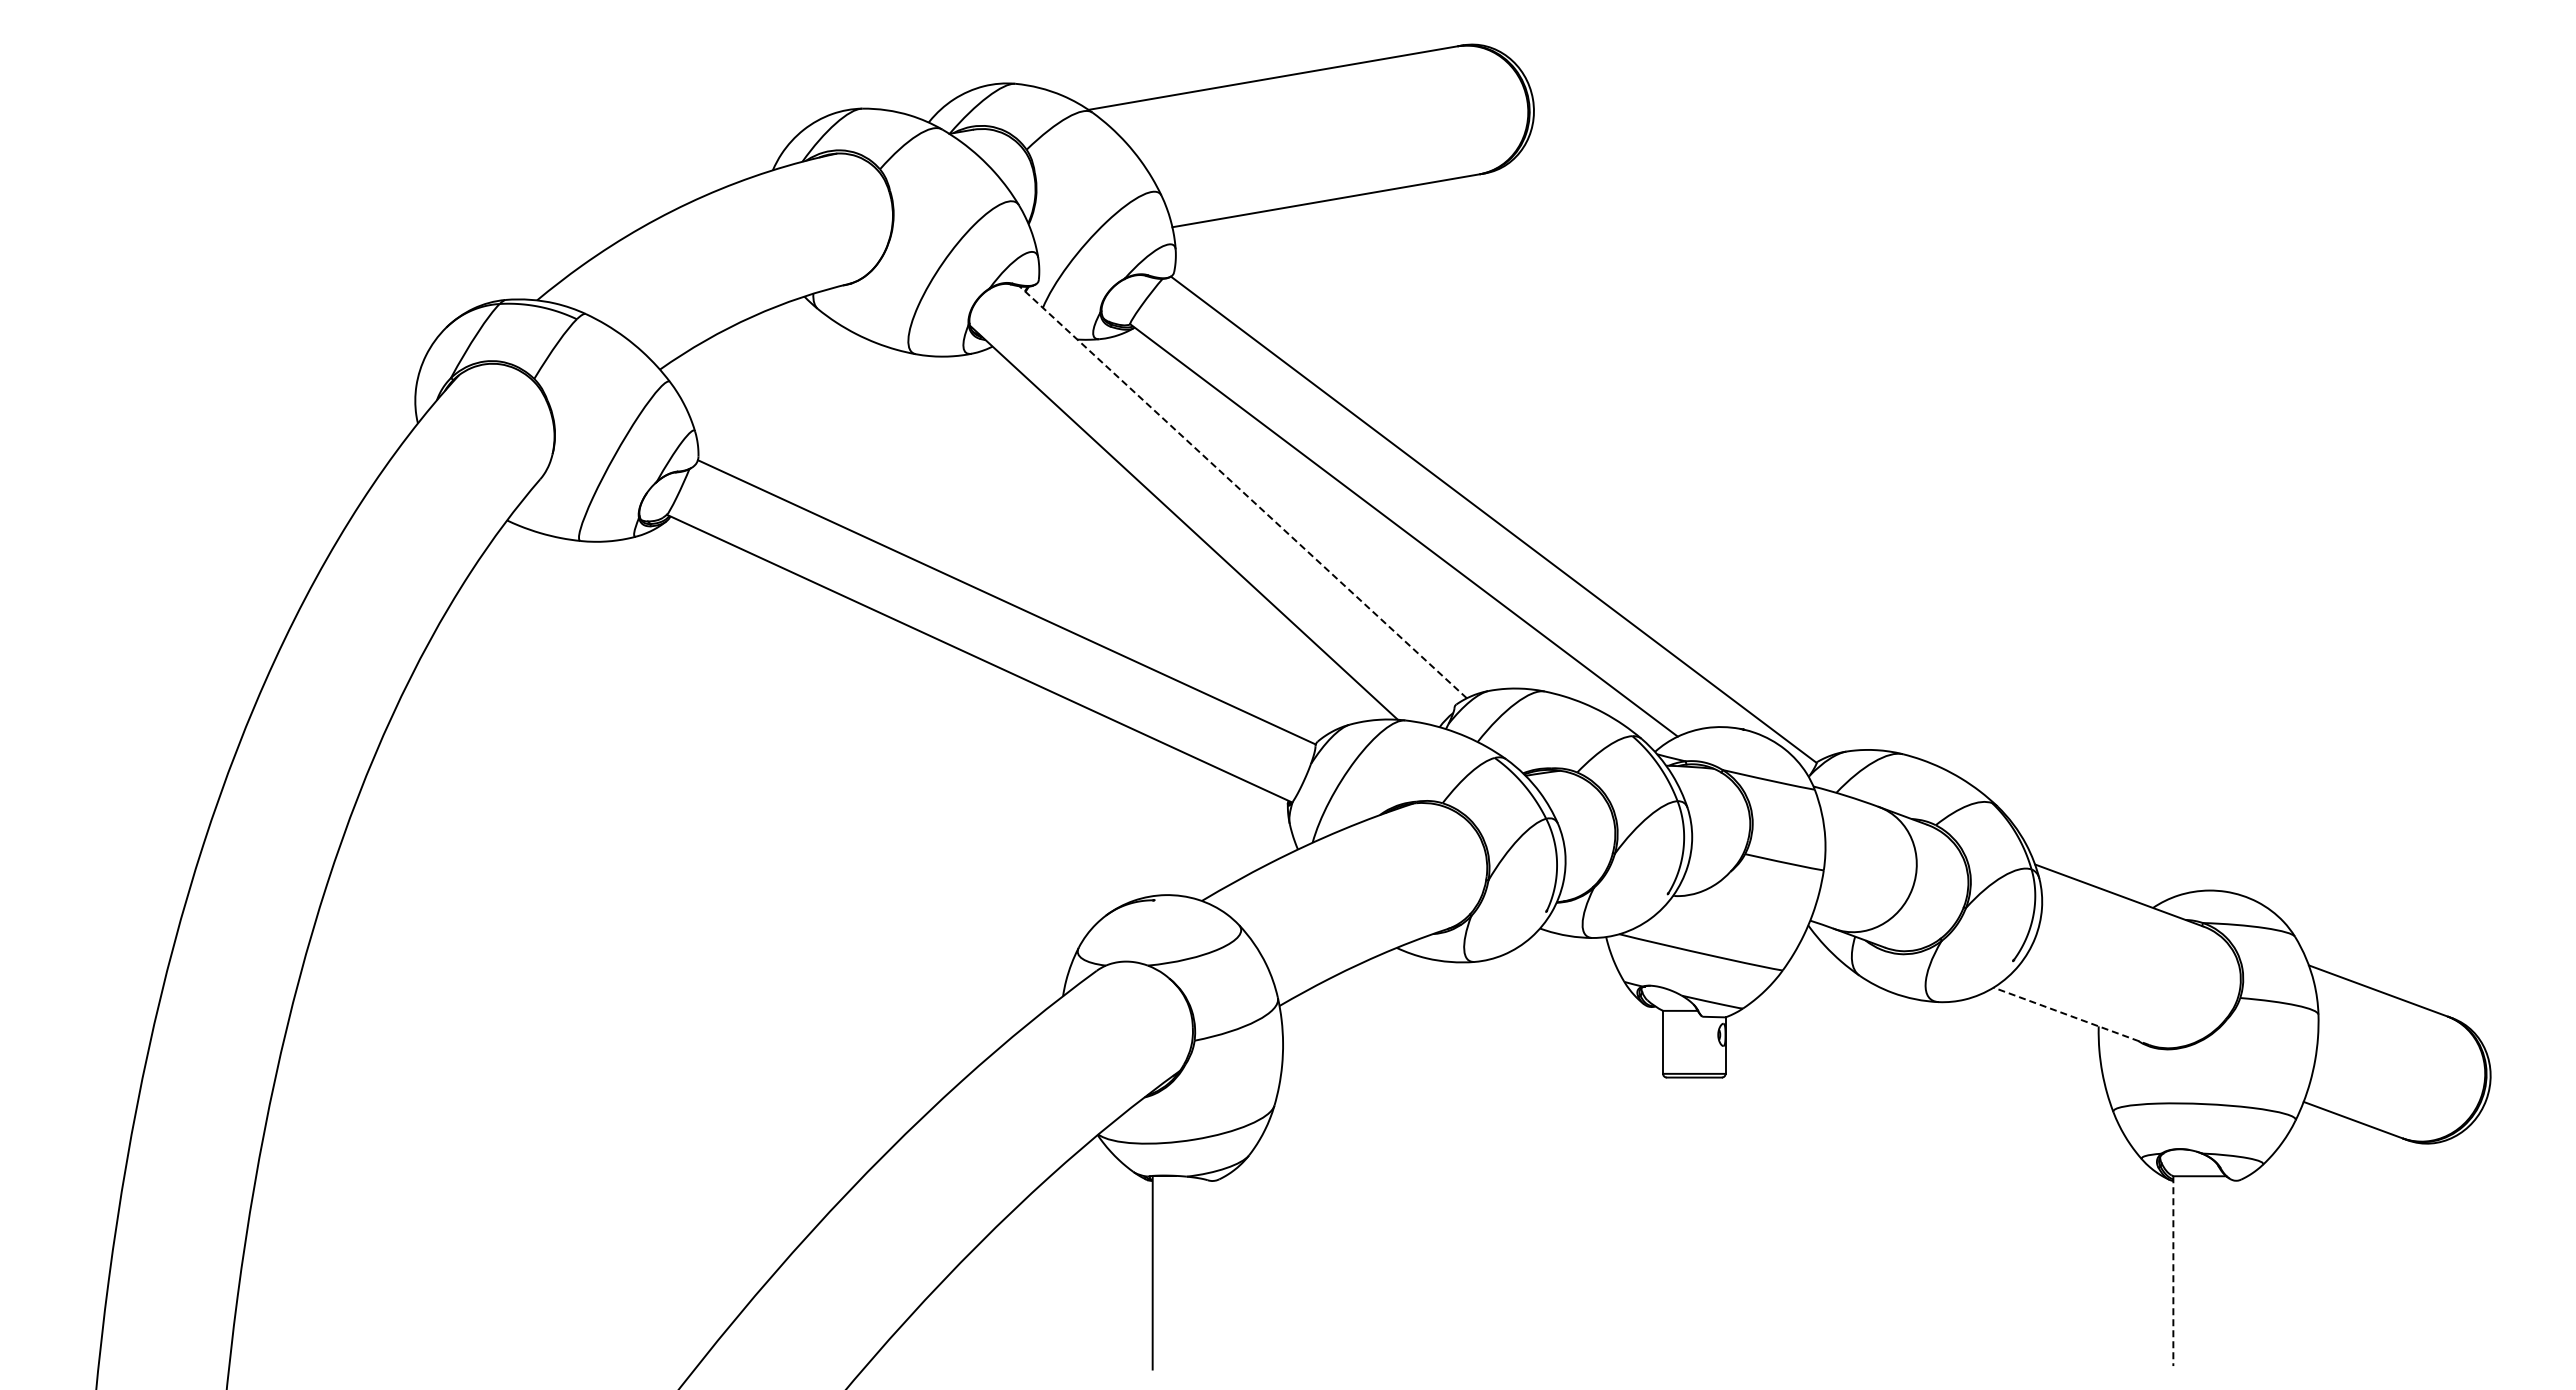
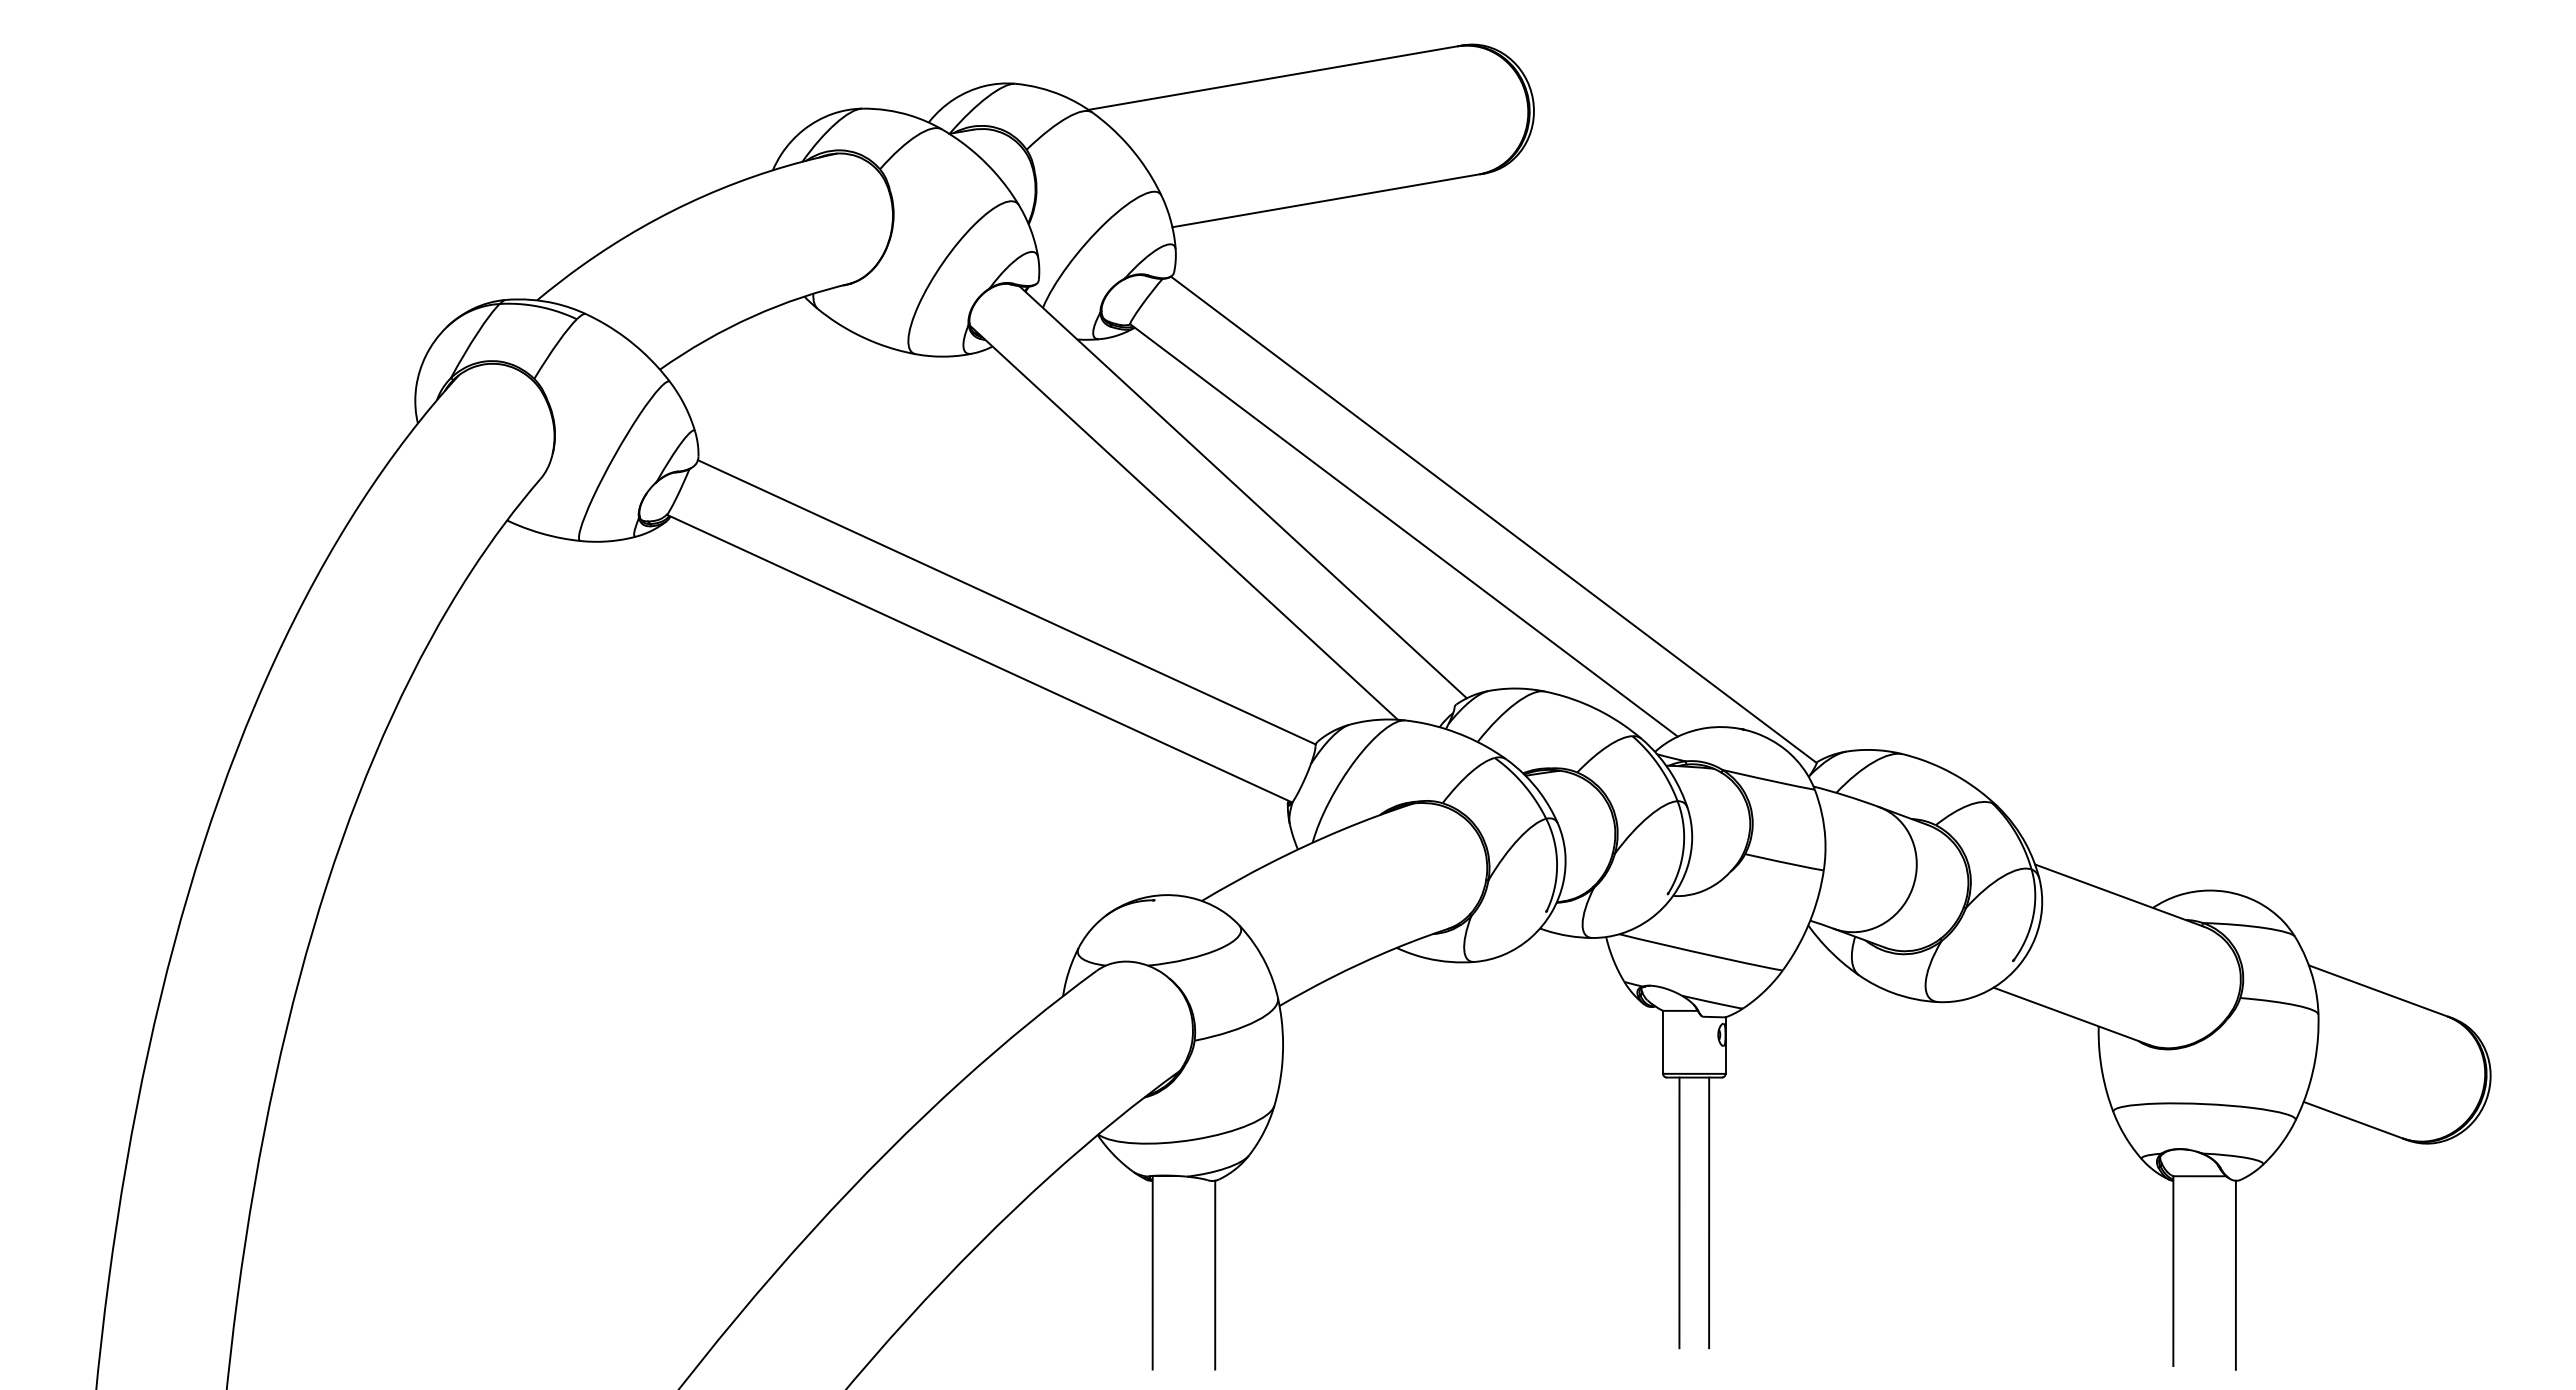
line at (1242, 491): dashed -> solid
line at (2071, 1016): dashed -> solid
line at (1679, 1212): none -> present
line at (1709, 1212): none -> present
line at (2173, 1271): dashed -> solid
line at (1215, 1274): none -> present
line at (2235, 1274): none -> present
